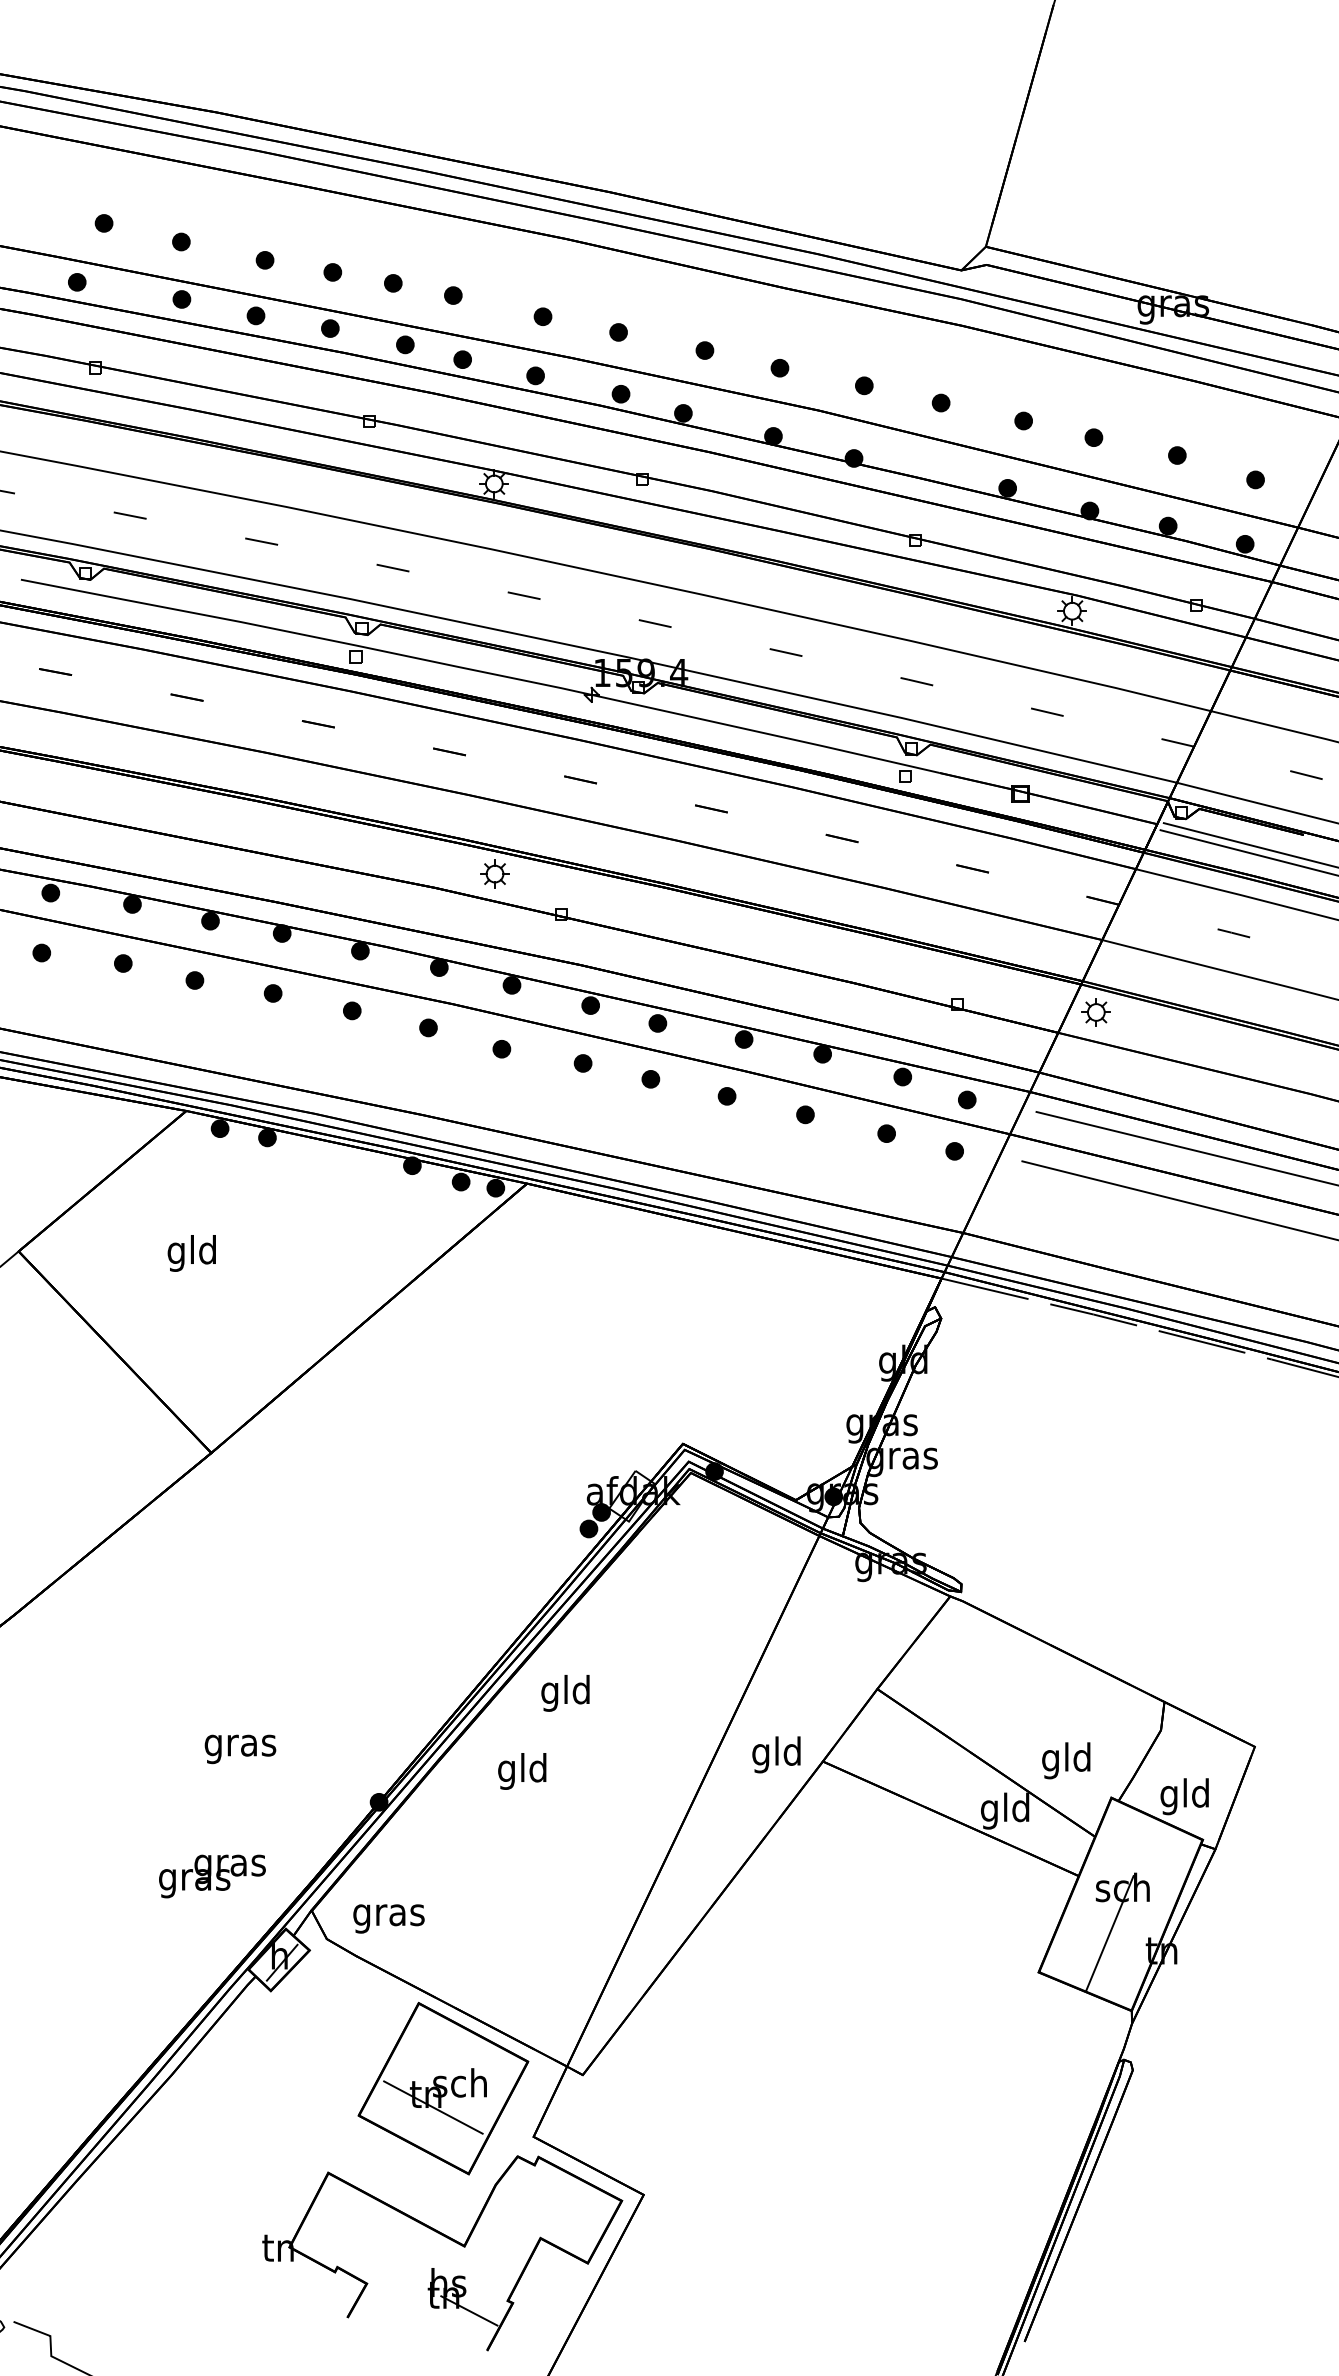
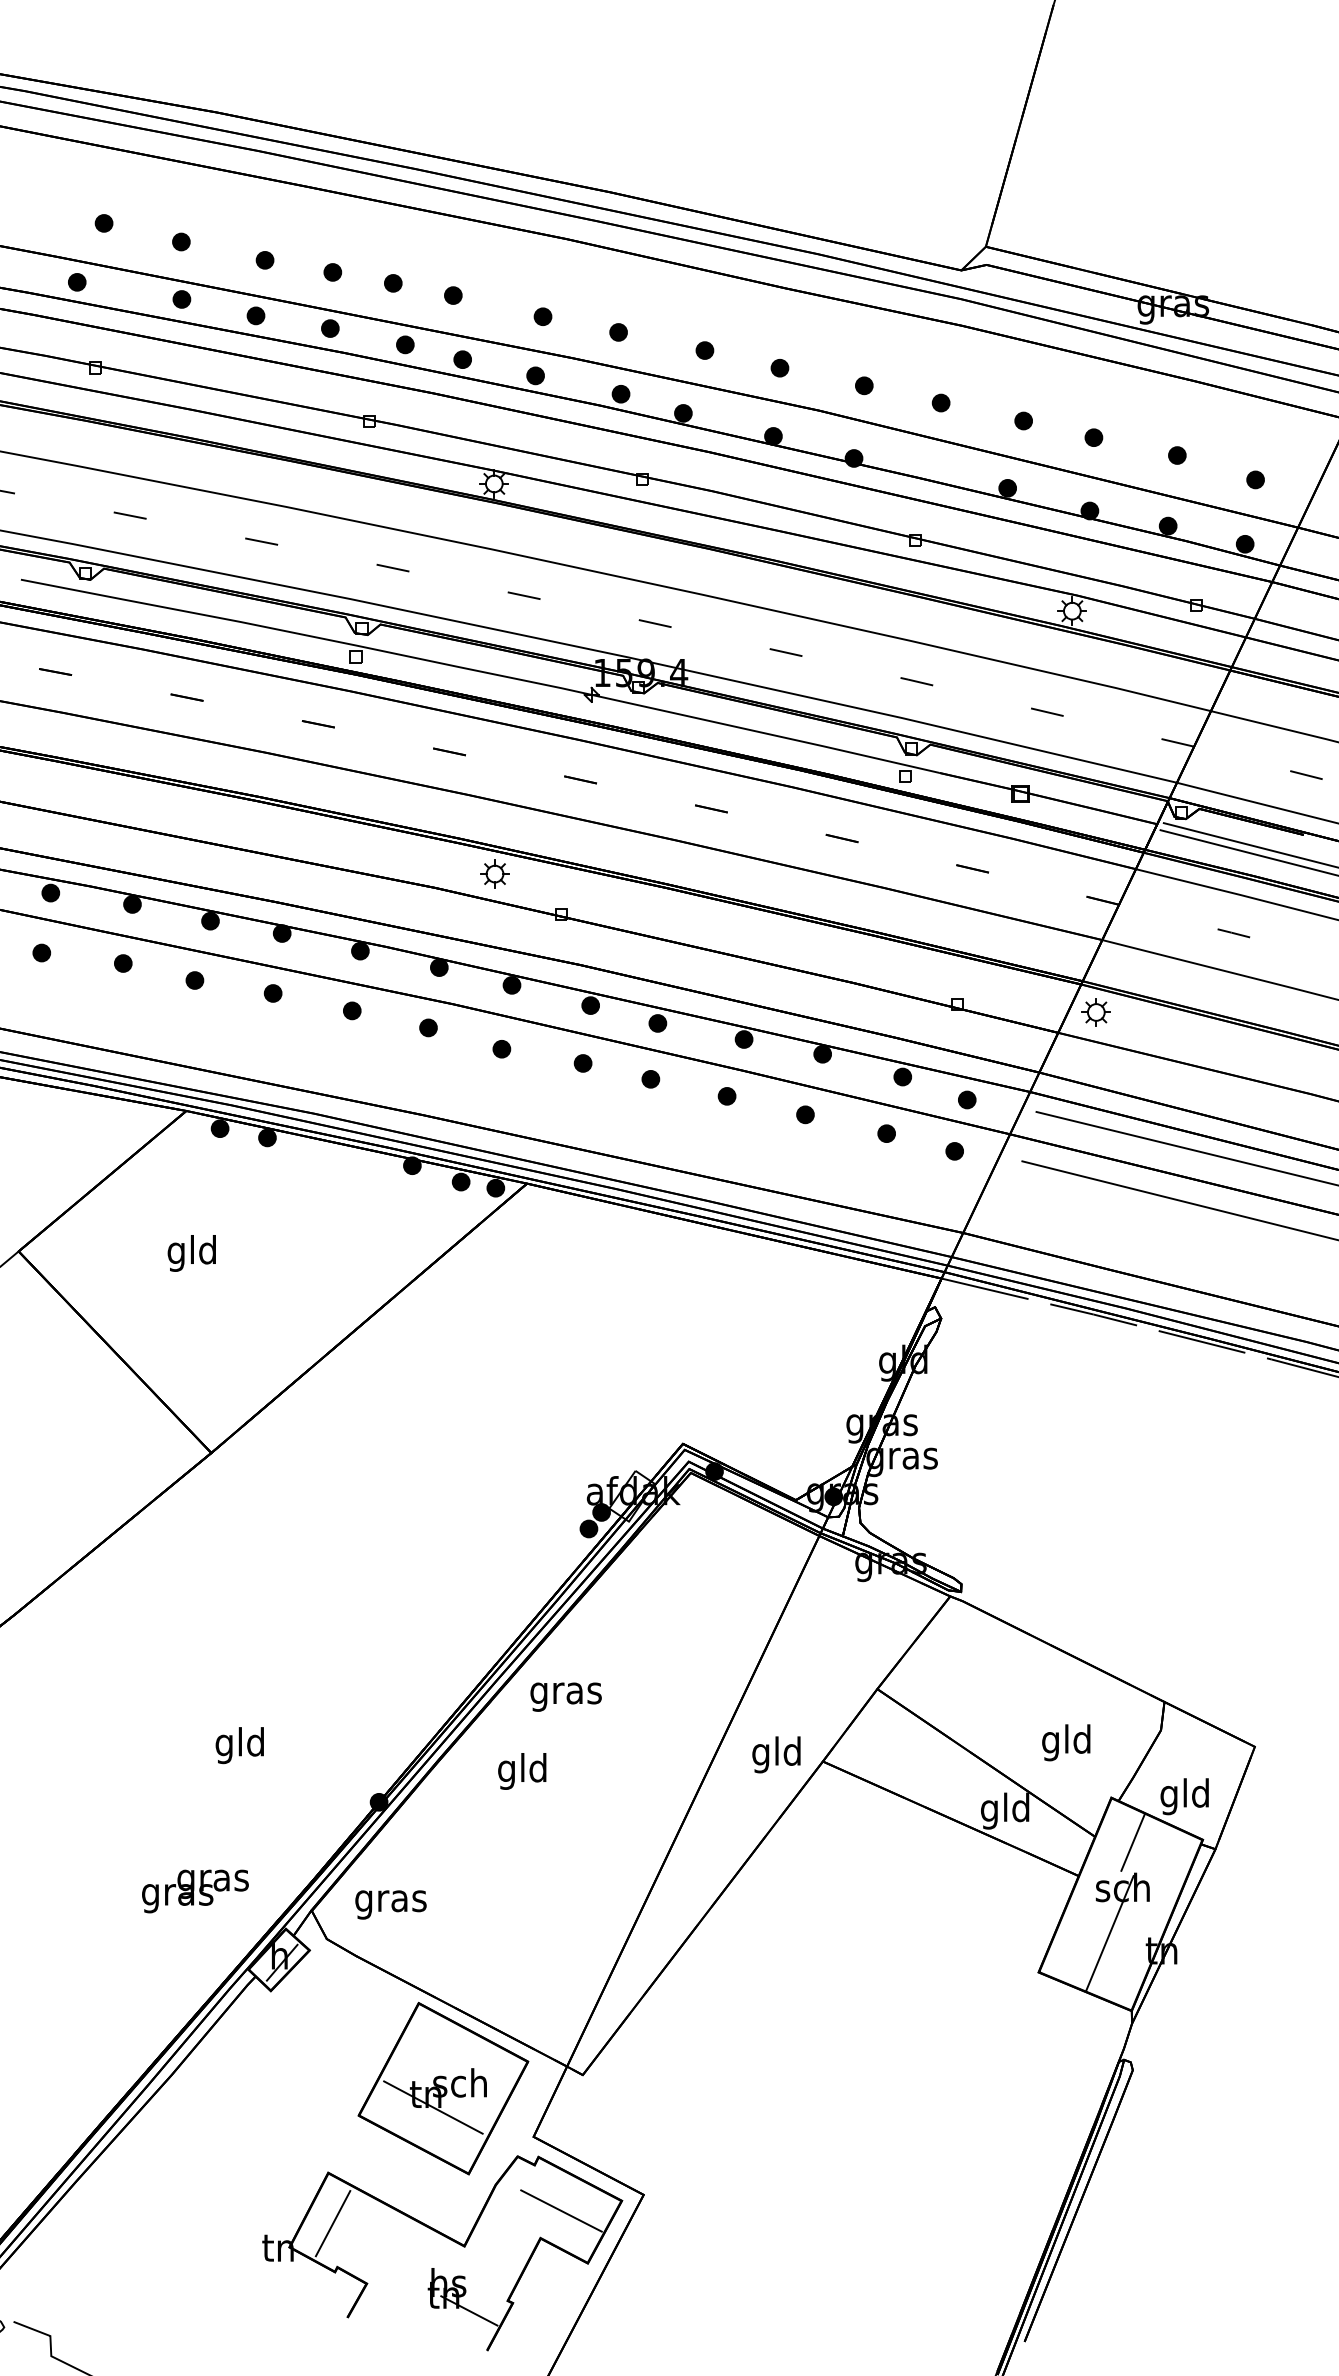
text at (565, 1692): gld -> gras
text at (240, 1745): gras -> gld
text at (1066, 1760) position: (1066, 1760) -> (1066, 1742)
line at (1132, 1842): none -> present
text at (212, 1876) position: (212, 1876) -> (195, 1891)
text at (388, 1918) position: (388, 1918) -> (390, 1904)
line at (561, 2210): none -> present
line at (332, 2223): none -> present
